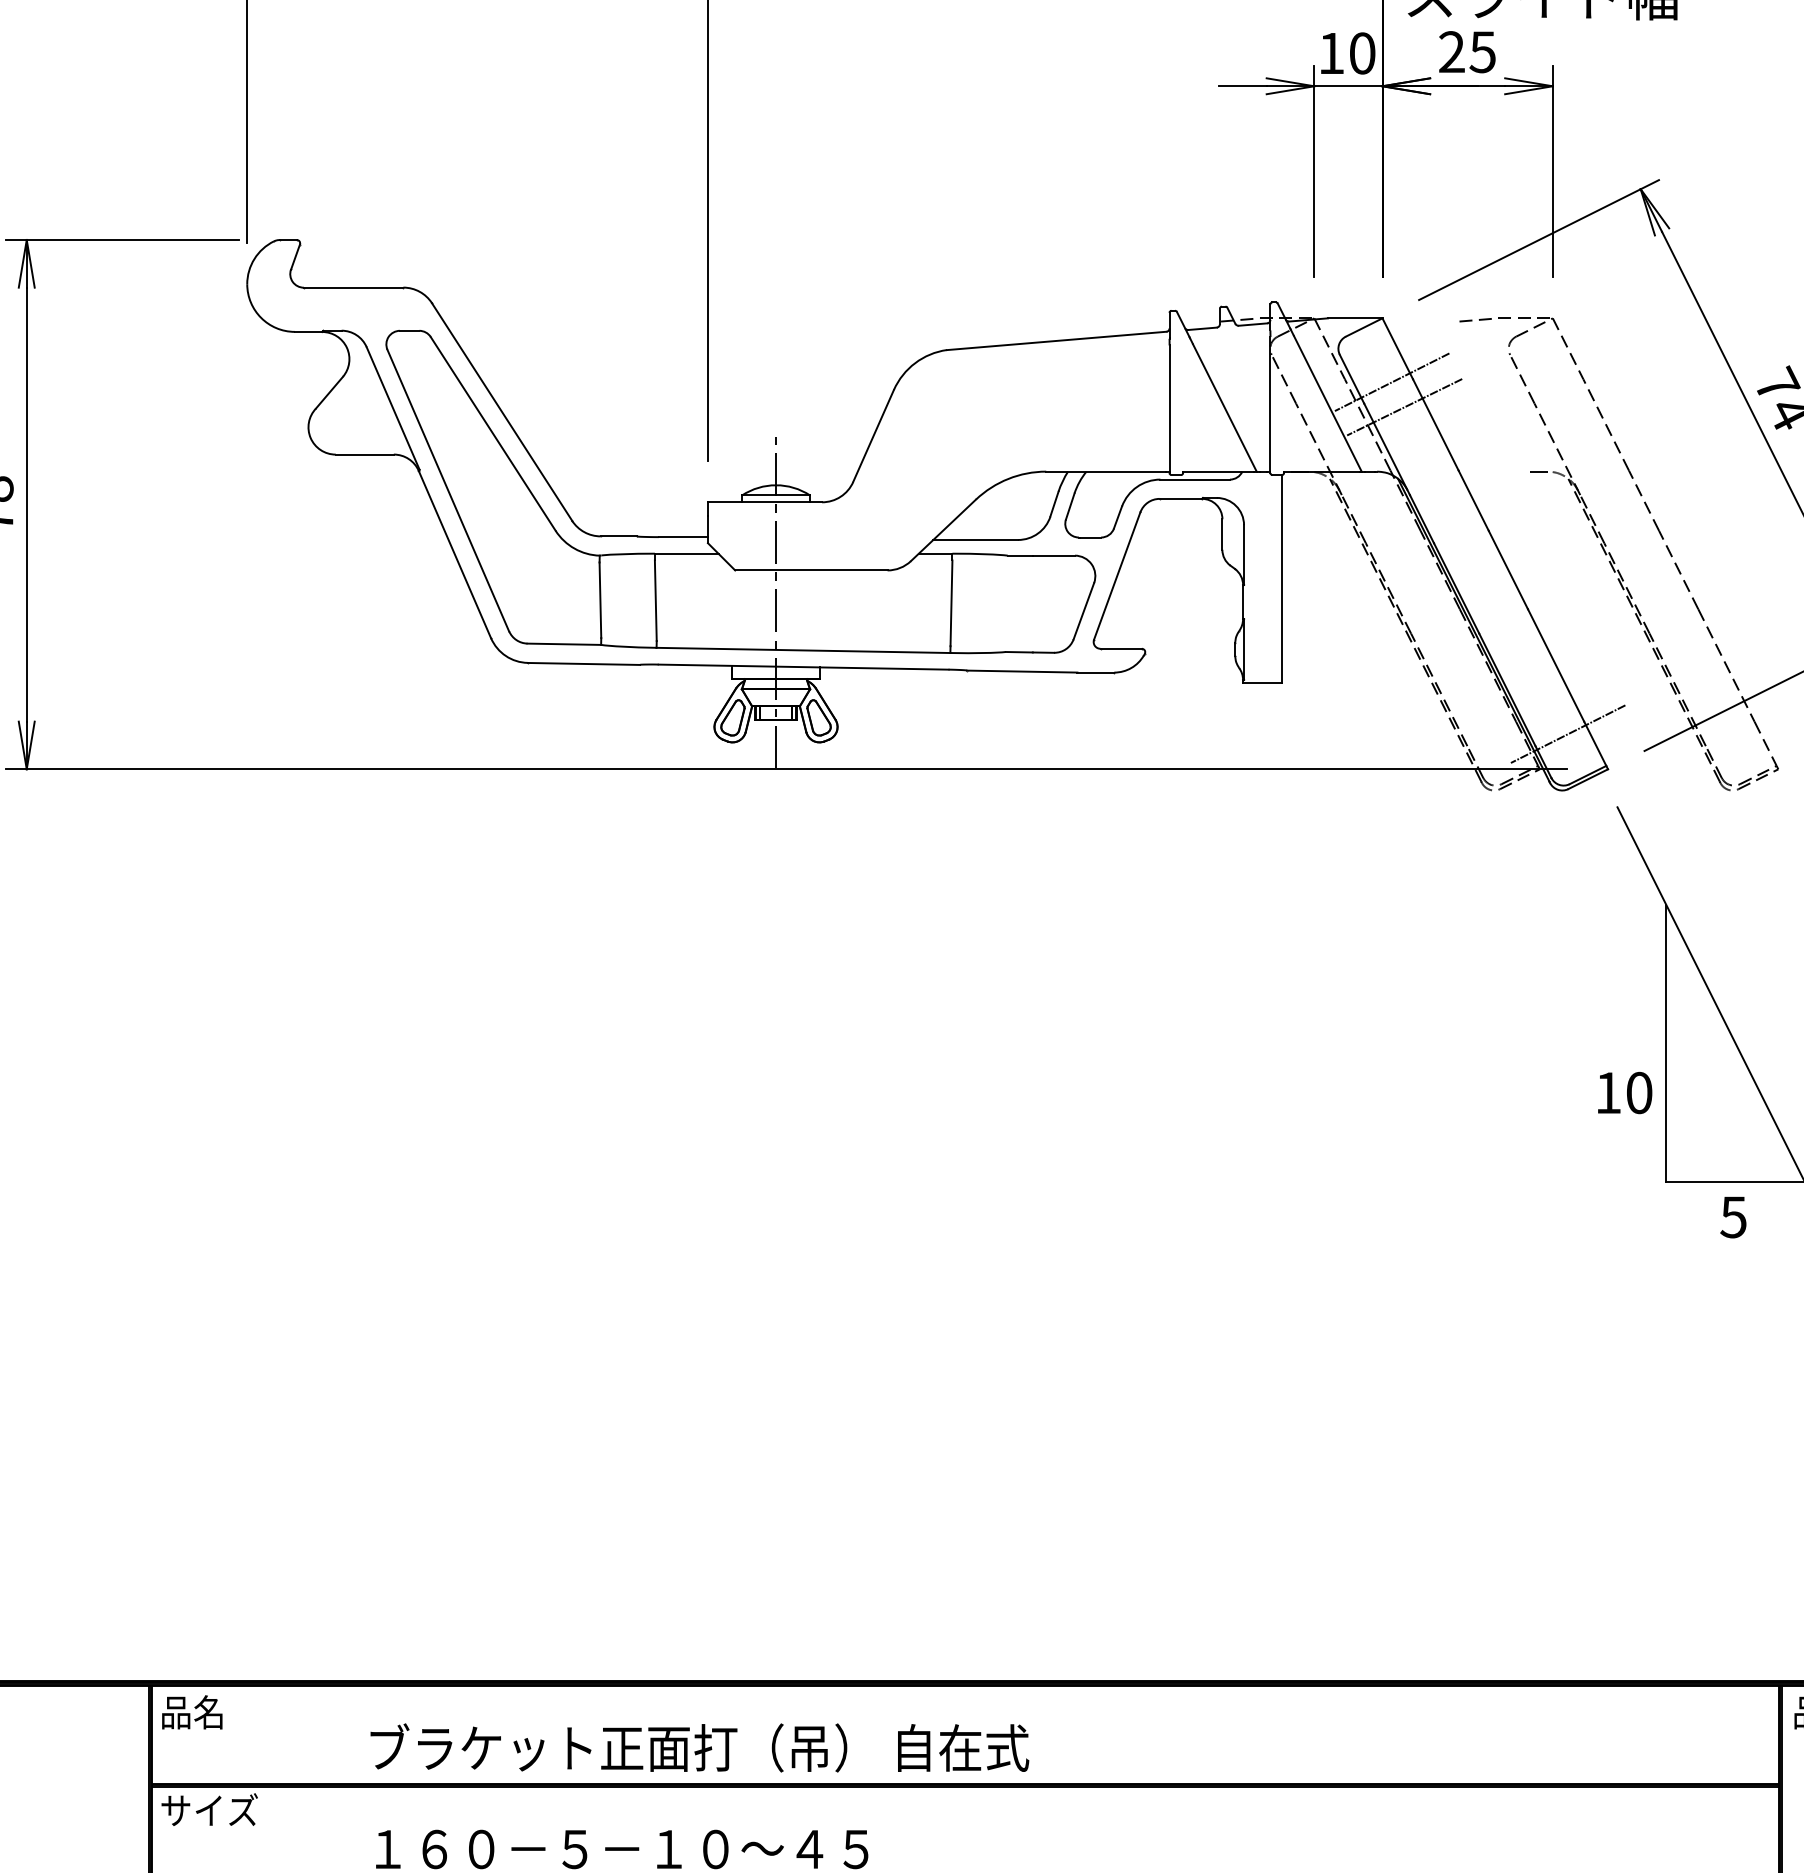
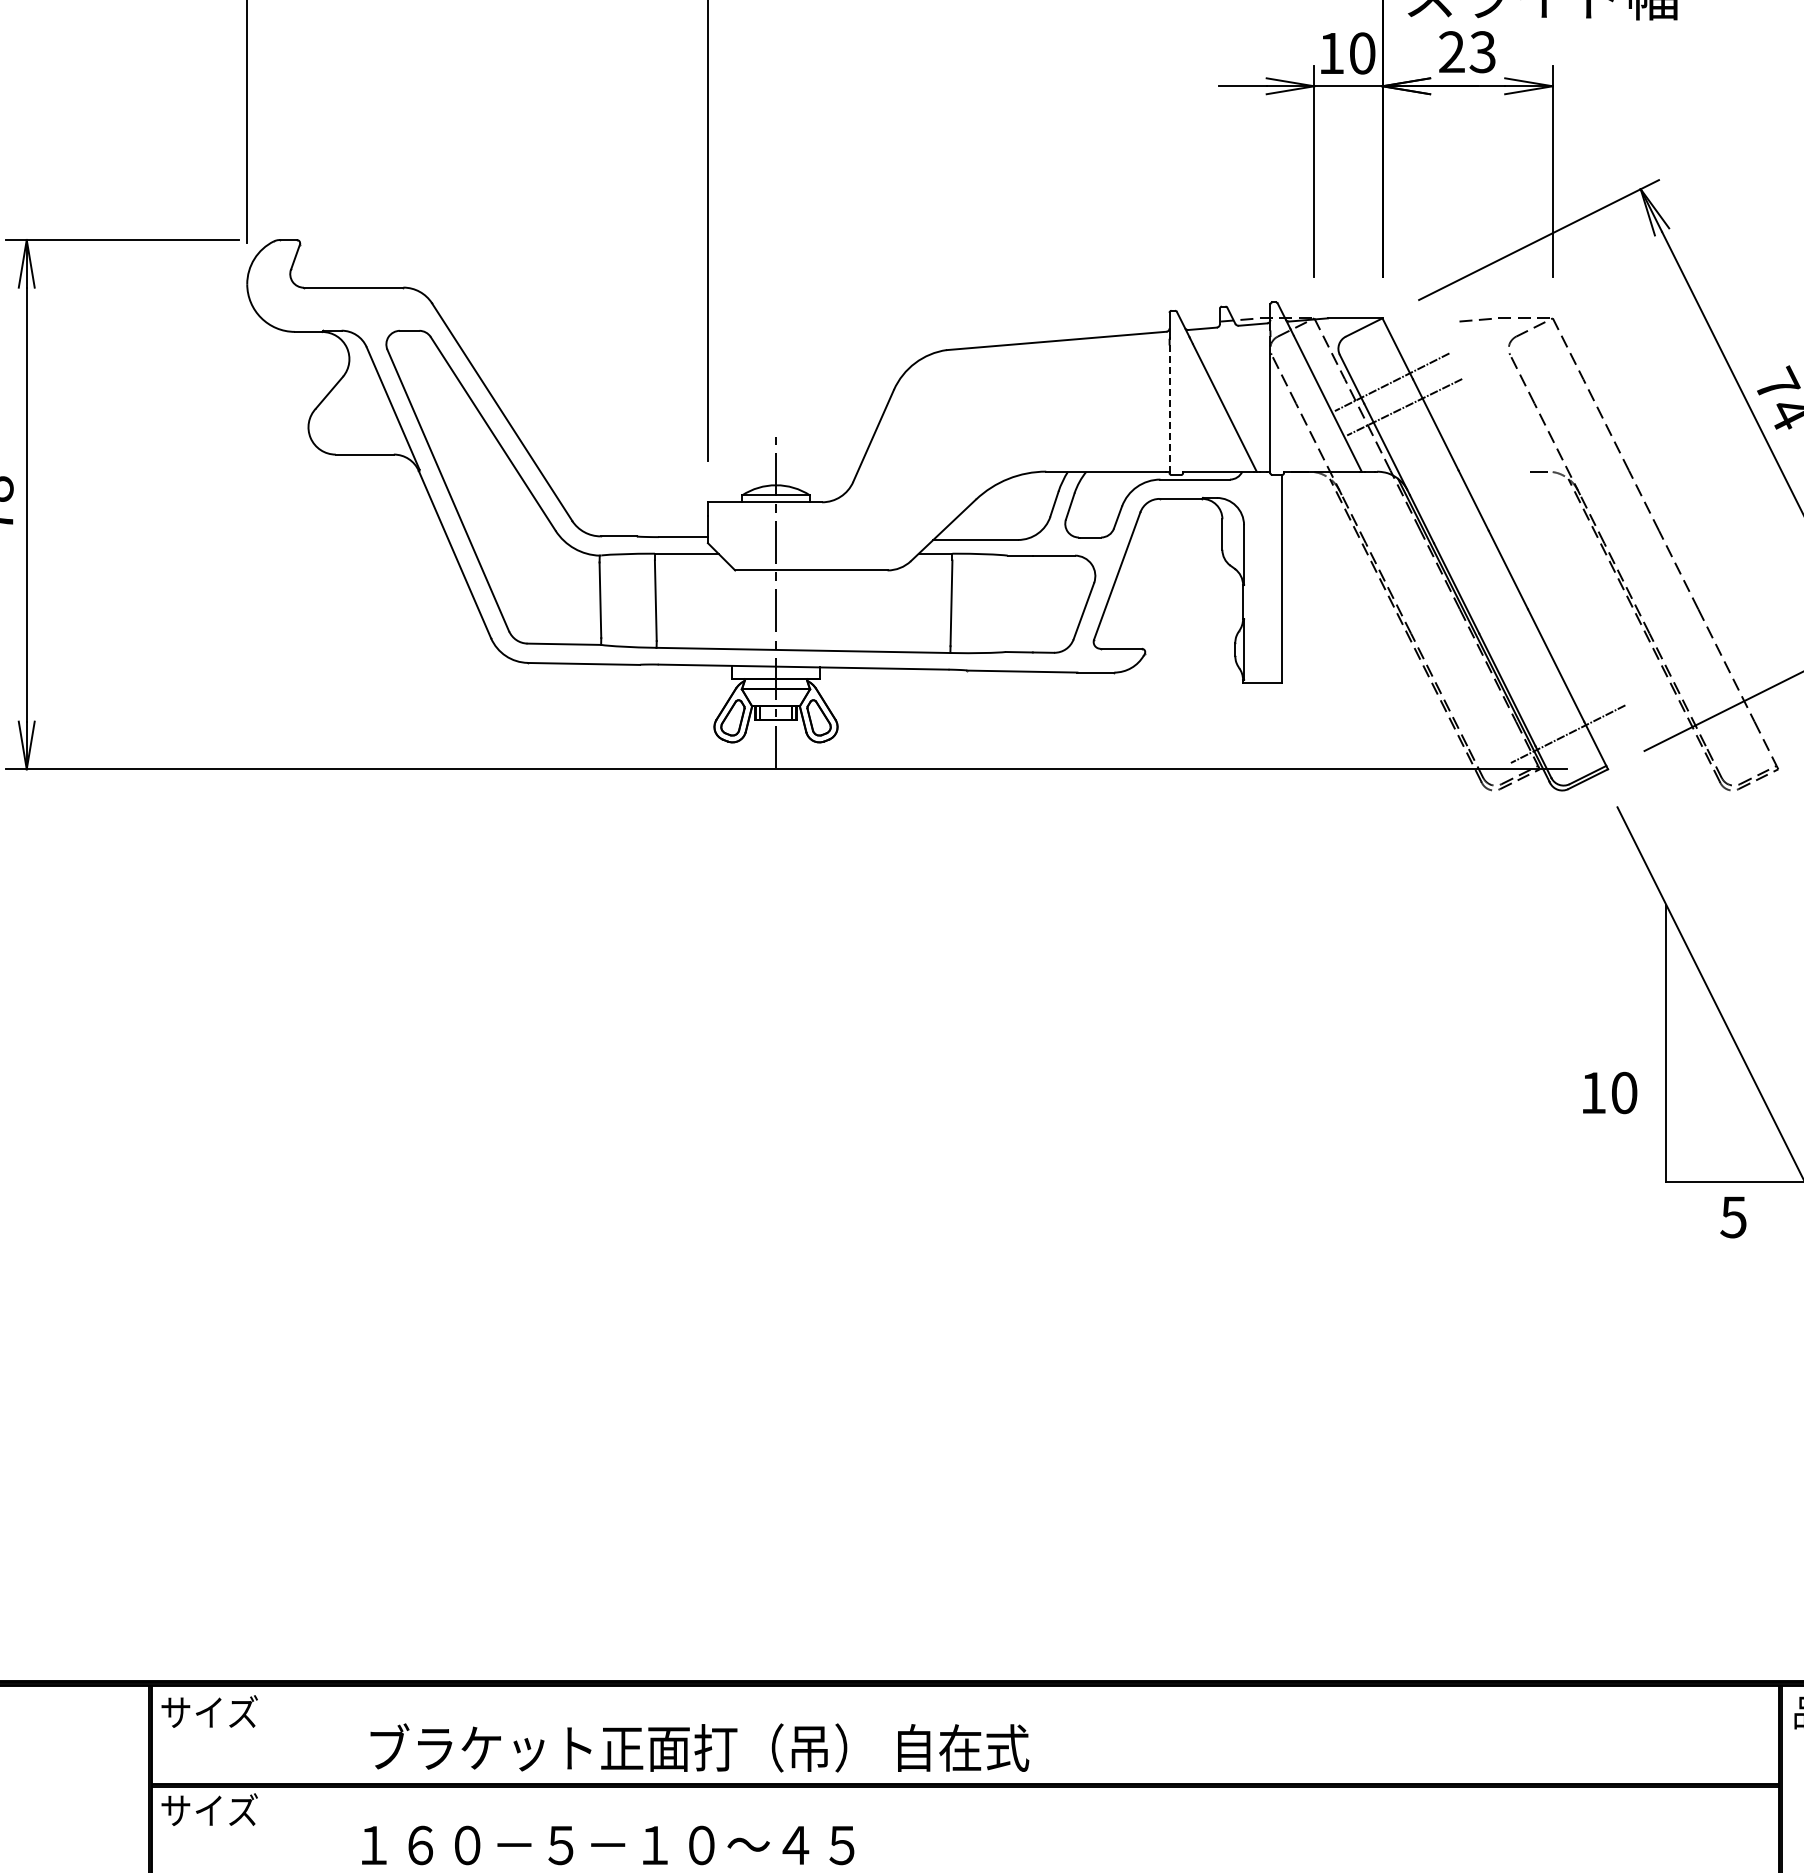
text at (1482, 51): 25 -> 23
line at (1169, 409): solid -> dashed
text at (1625, 1093) position: (1625, 1093) -> (1610, 1093)
text at (209, 1712): 品名 -> サイズ
text at (622, 1849) position: (622, 1849) -> (608, 1845)
